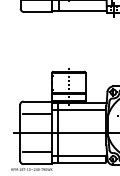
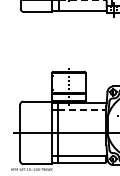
line at (82, 0): solid -> dashed
line at (82, 109): solid -> dashed
line at (36, 113): present -> none
line at (36, 152): present -> none
